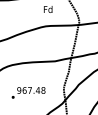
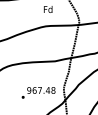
text at (28, 92) position: (28, 92) -> (38, 92)
